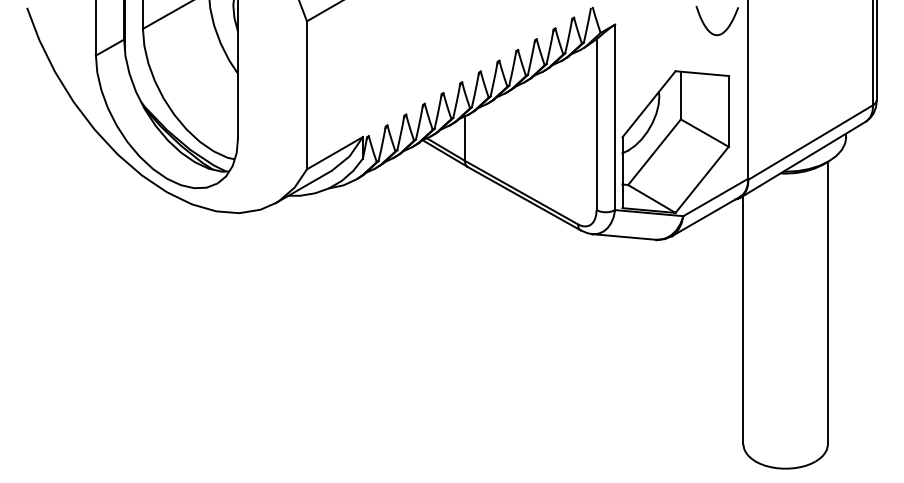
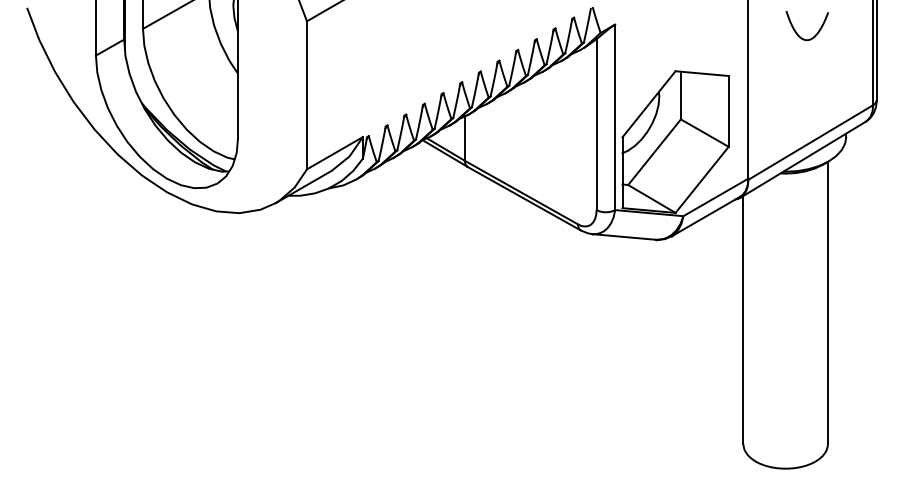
part at (707, 27) position: (707, 27) -> (797, 32)
